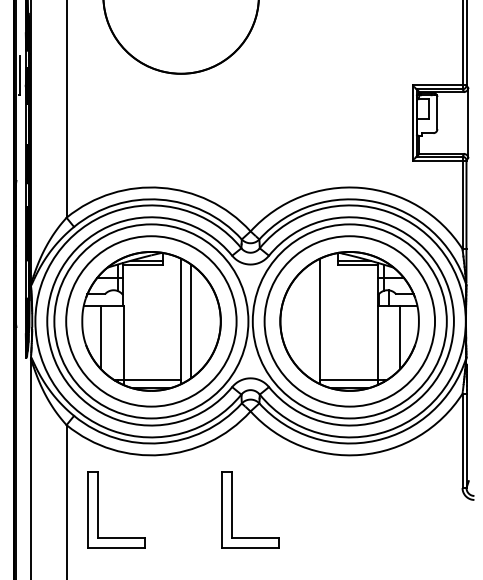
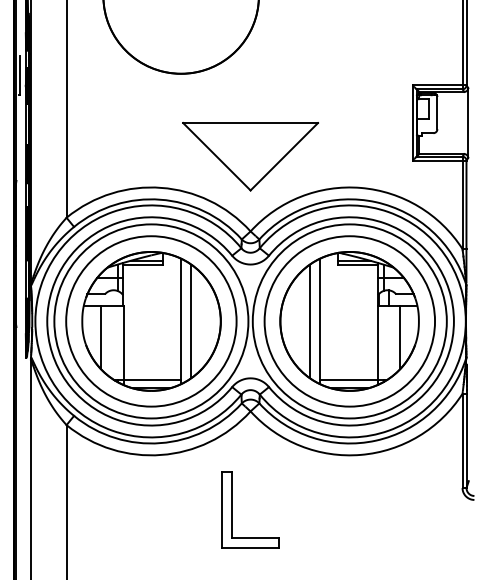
part at (250, 156): none -> present
line at (310, 321): none -> present
part at (98, 509): present -> none
